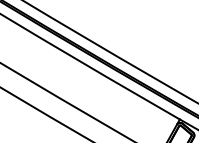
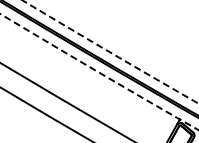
arc at (110, 52): solid -> dashed
arc at (98, 72): solid -> dashed
